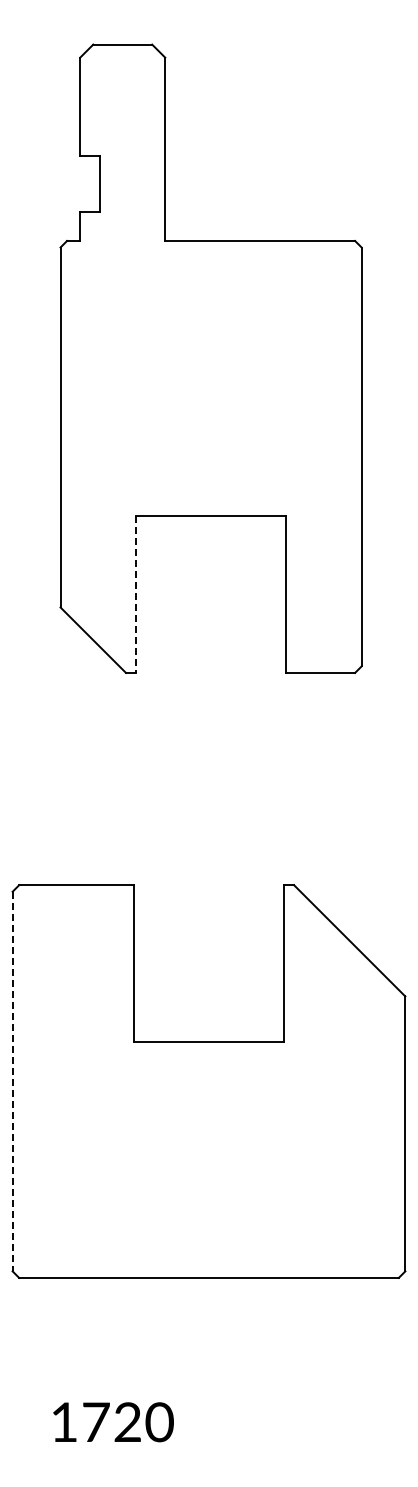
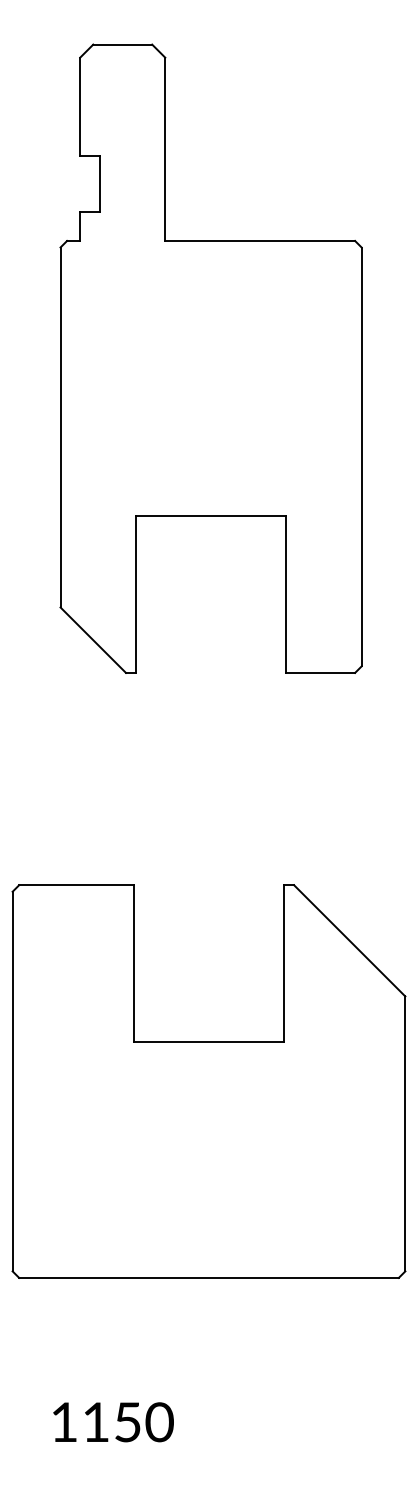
line at (135, 594): dashed -> solid
line at (12, 1081): dashed -> solid
text at (111, 1422): 1720 -> 1150
